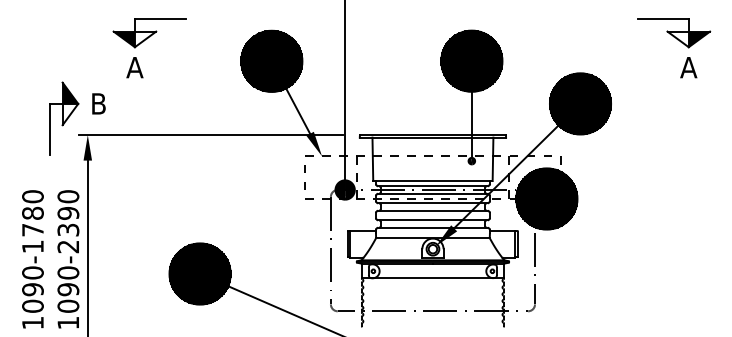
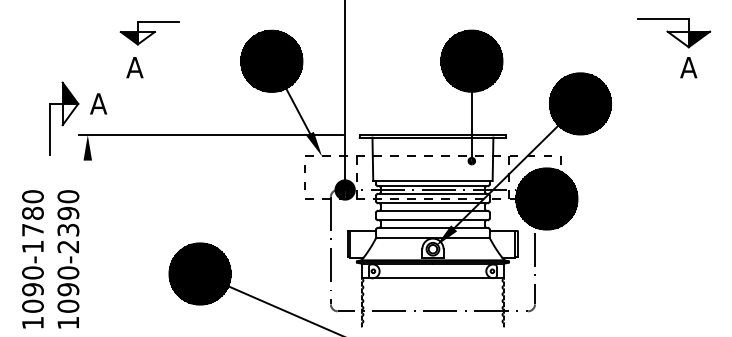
part at (149, 33) size: 75x31 px -> 61x25 px
text at (98, 103): B -> A
line at (87, 246): present -> none
